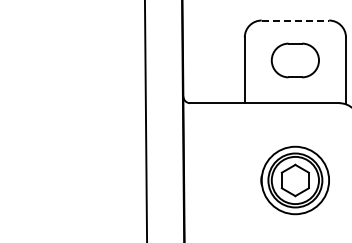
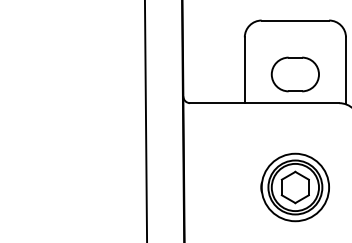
line at (295, 20): dashed -> solid
part at (294, 60) position: (294, 60) -> (294, 74)
part at (294, 180) position: (294, 180) -> (294, 187)
